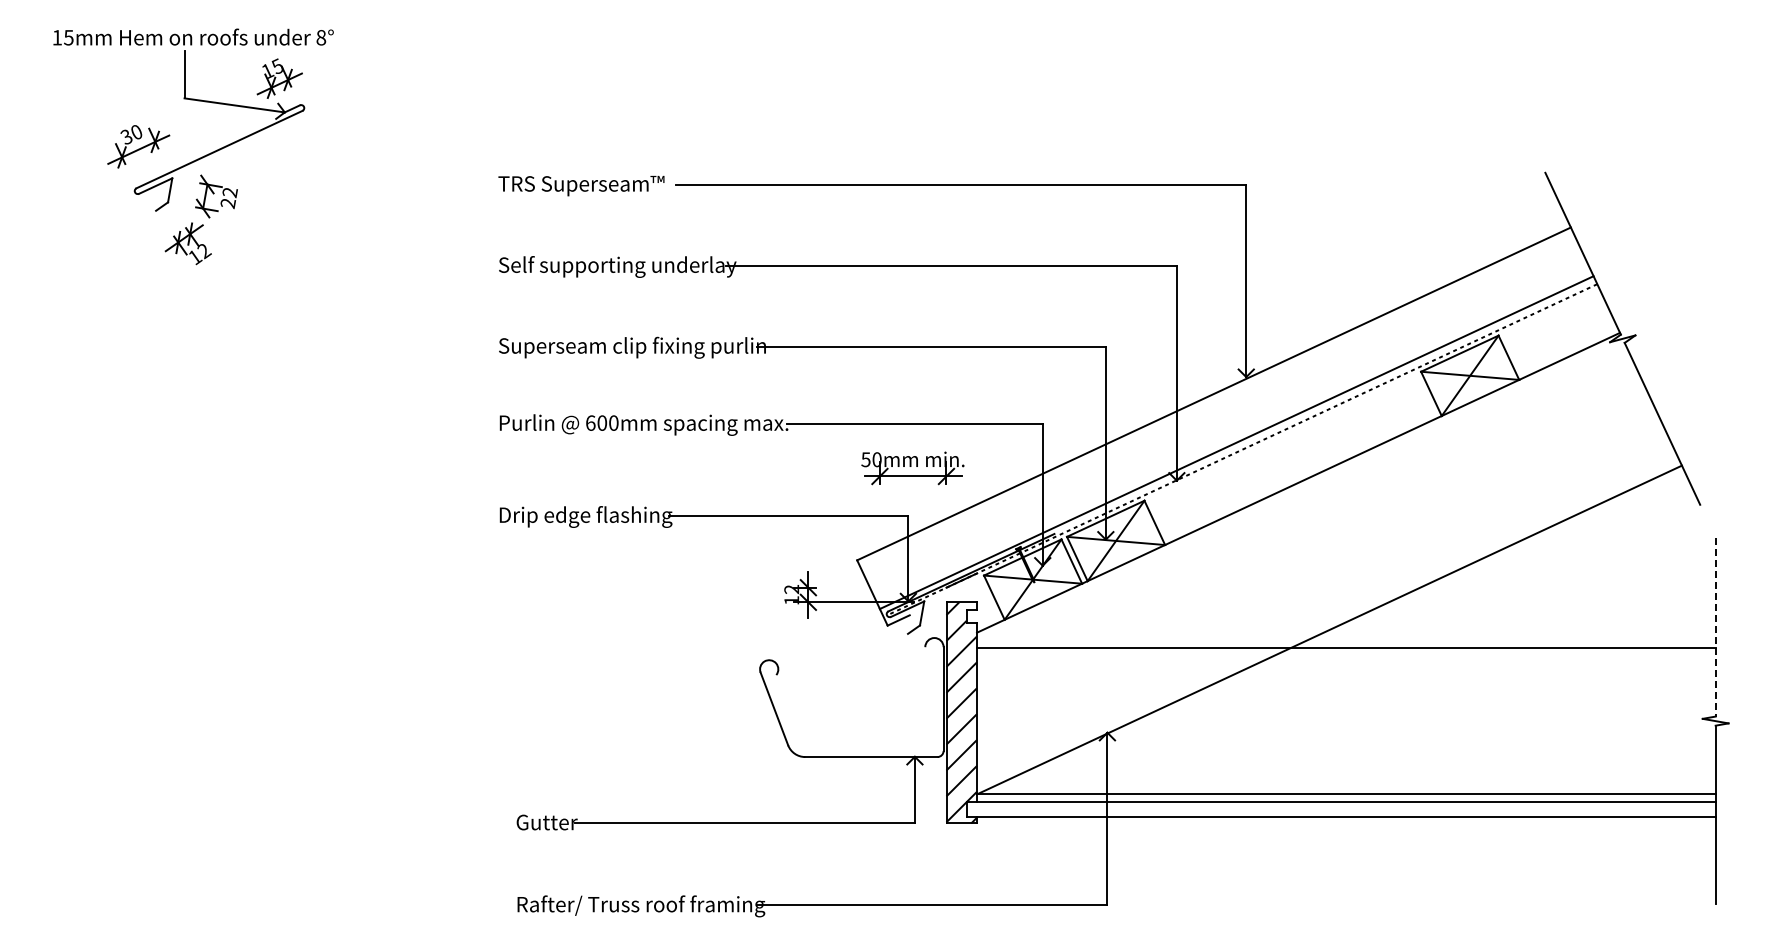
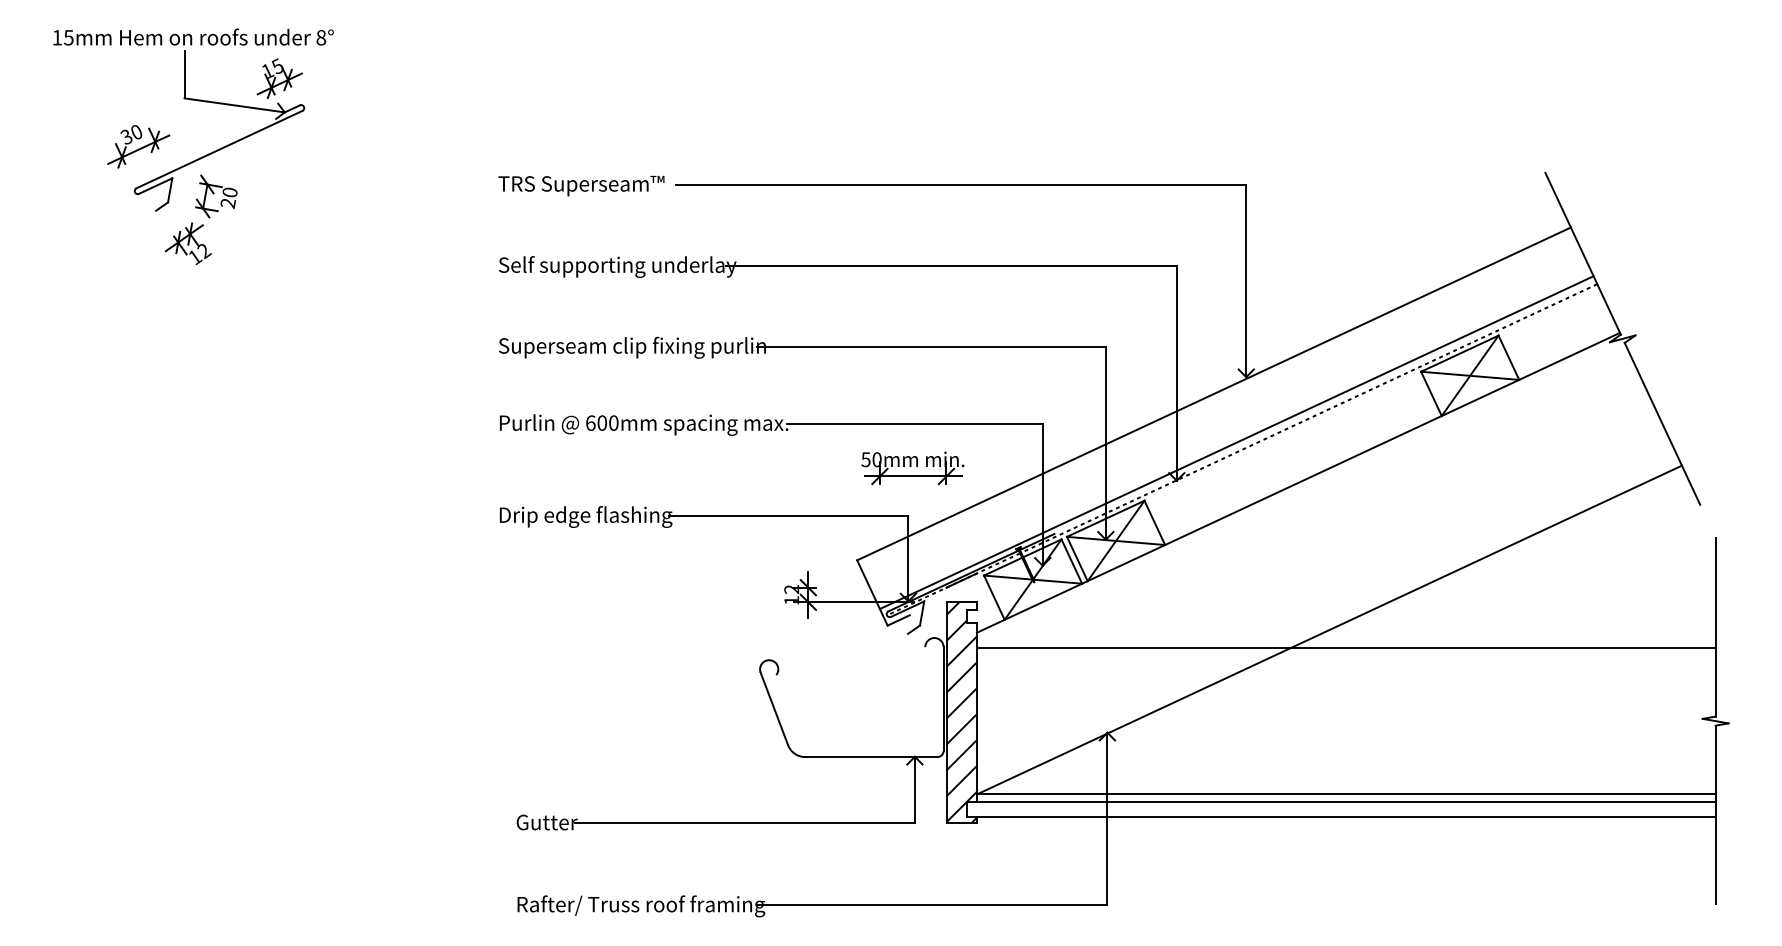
text at (229, 192): 22 -> 20
line at (1715, 627): dashed -> solid
